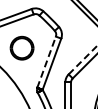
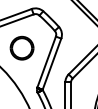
line at (83, 59): dashed -> solid
line at (46, 61): dashed -> solid
